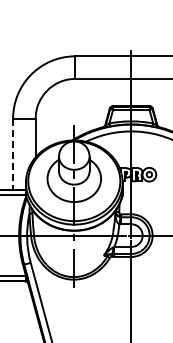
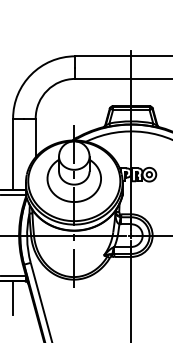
line at (13, 154): dashed -> solid
line at (13, 298): none -> present
